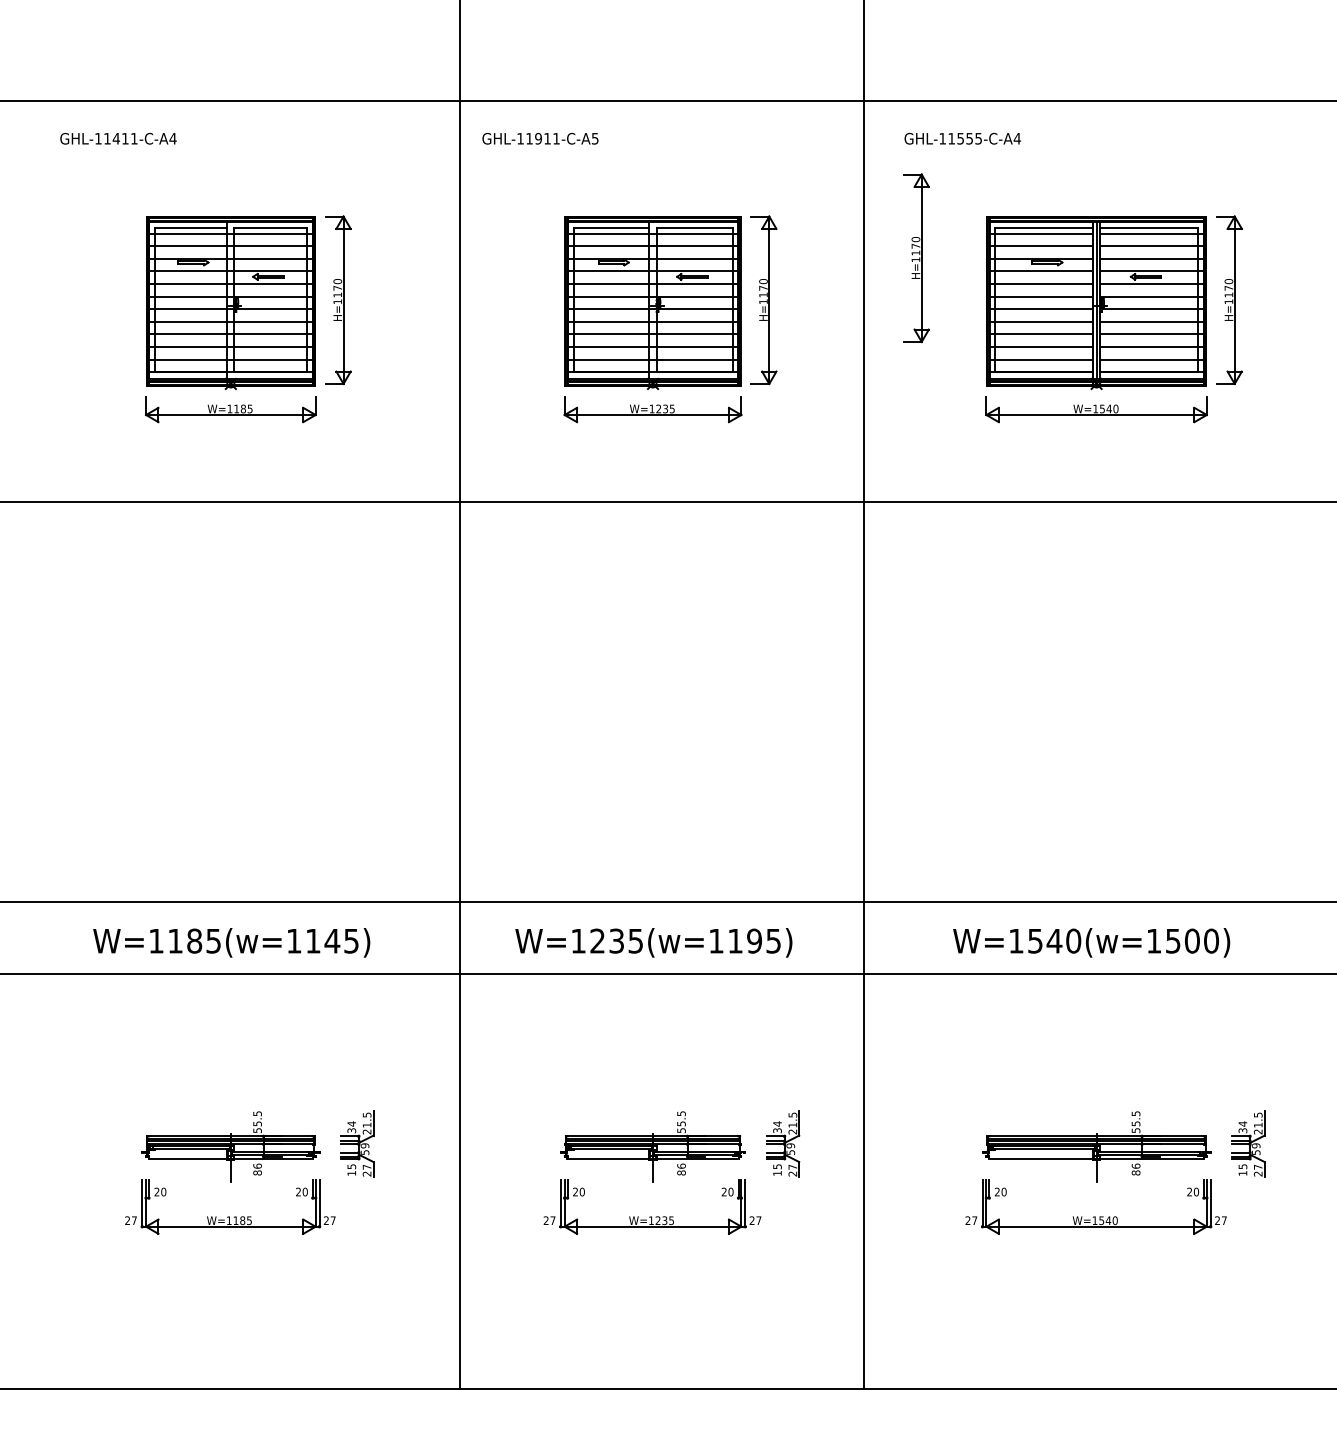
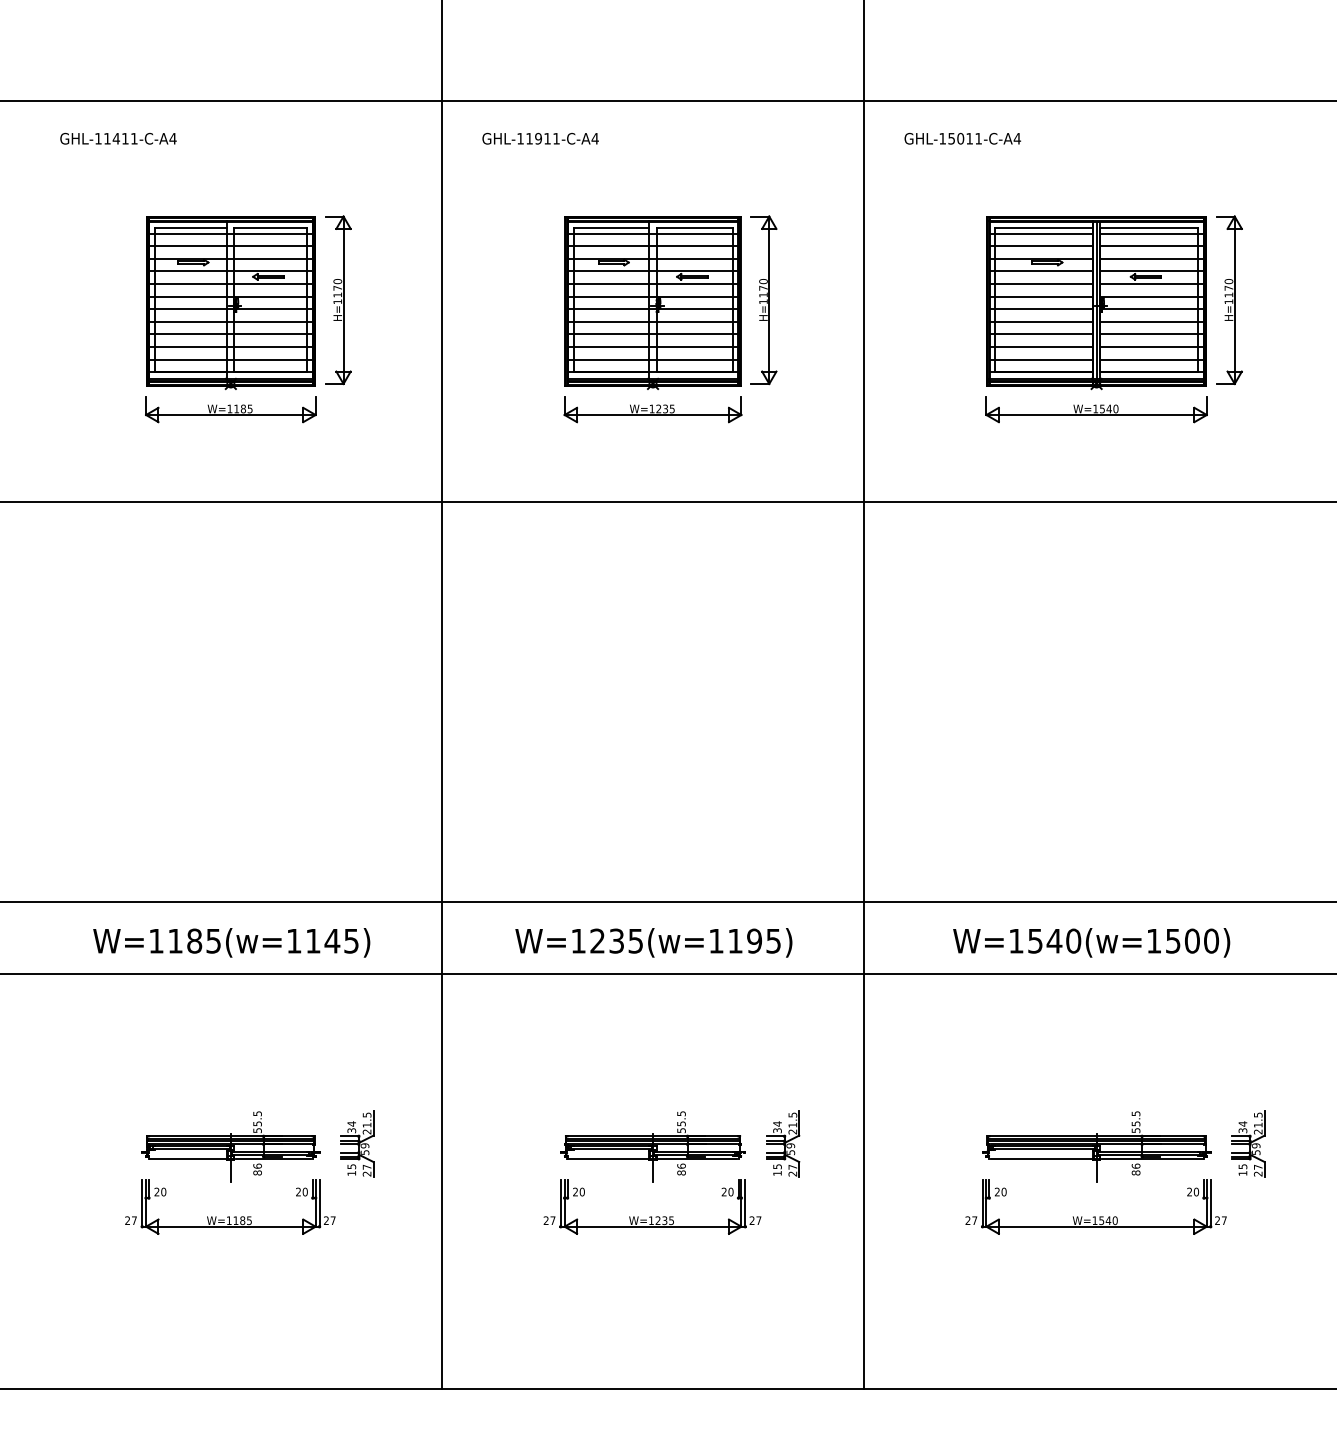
text at (594, 138): GHL-11911-C-A5 -> GHL-11911-C-A4
text at (964, 138): GHL-11555-C-A4 -> GHL-15011-C-A4
part at (916, 258): present -> none
line at (459, 695) position: (459, 695) -> (441, 695)
